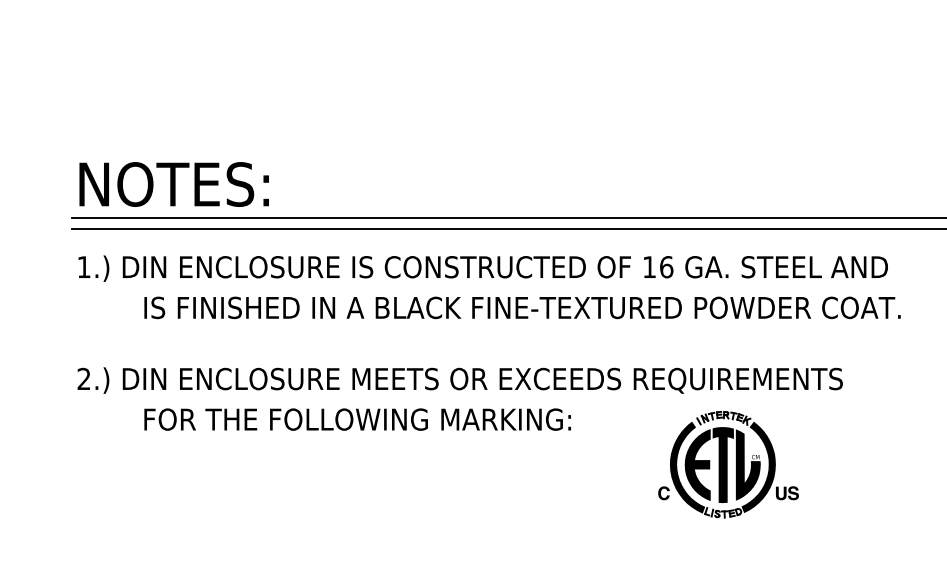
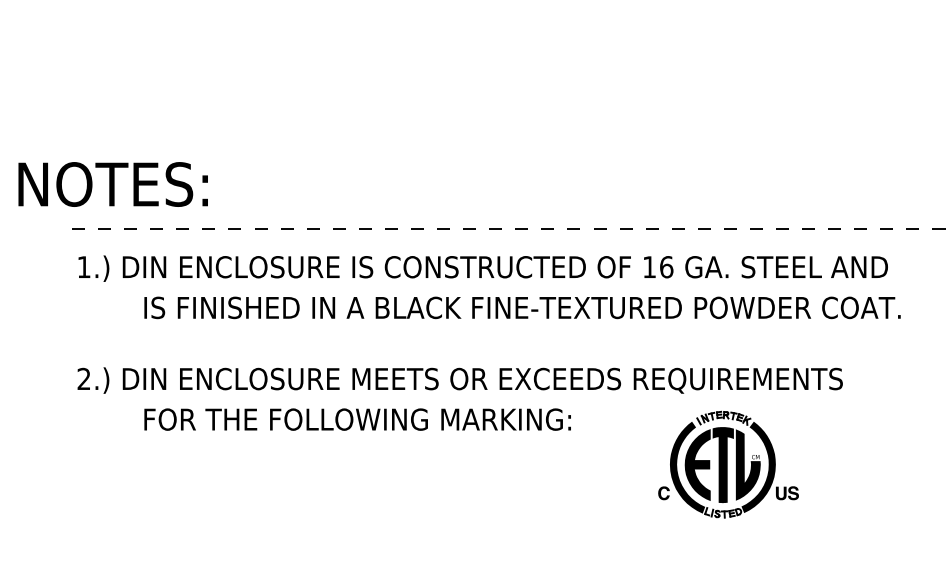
text at (173, 184) position: (173, 184) -> (112, 184)
line at (507, 218): present -> none
line at (509, 228): solid -> dashed
